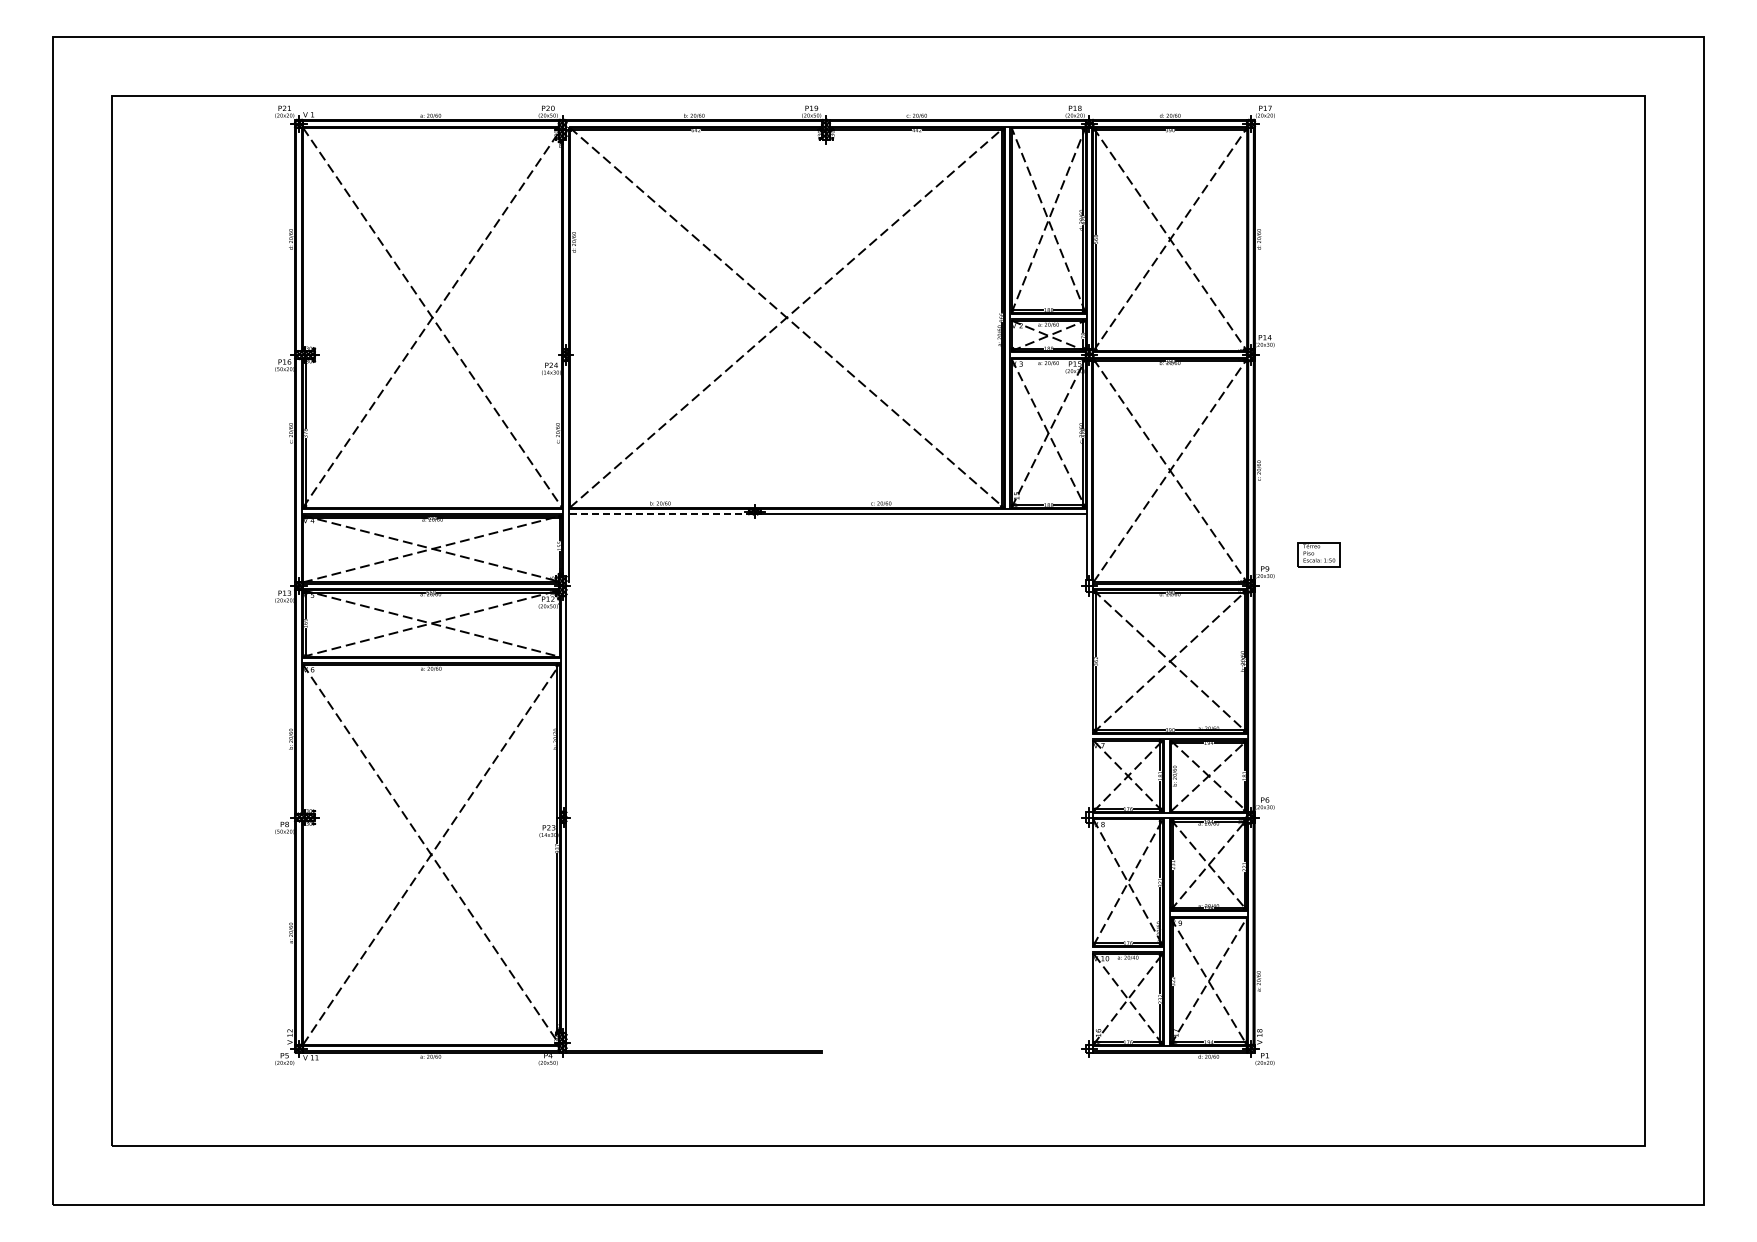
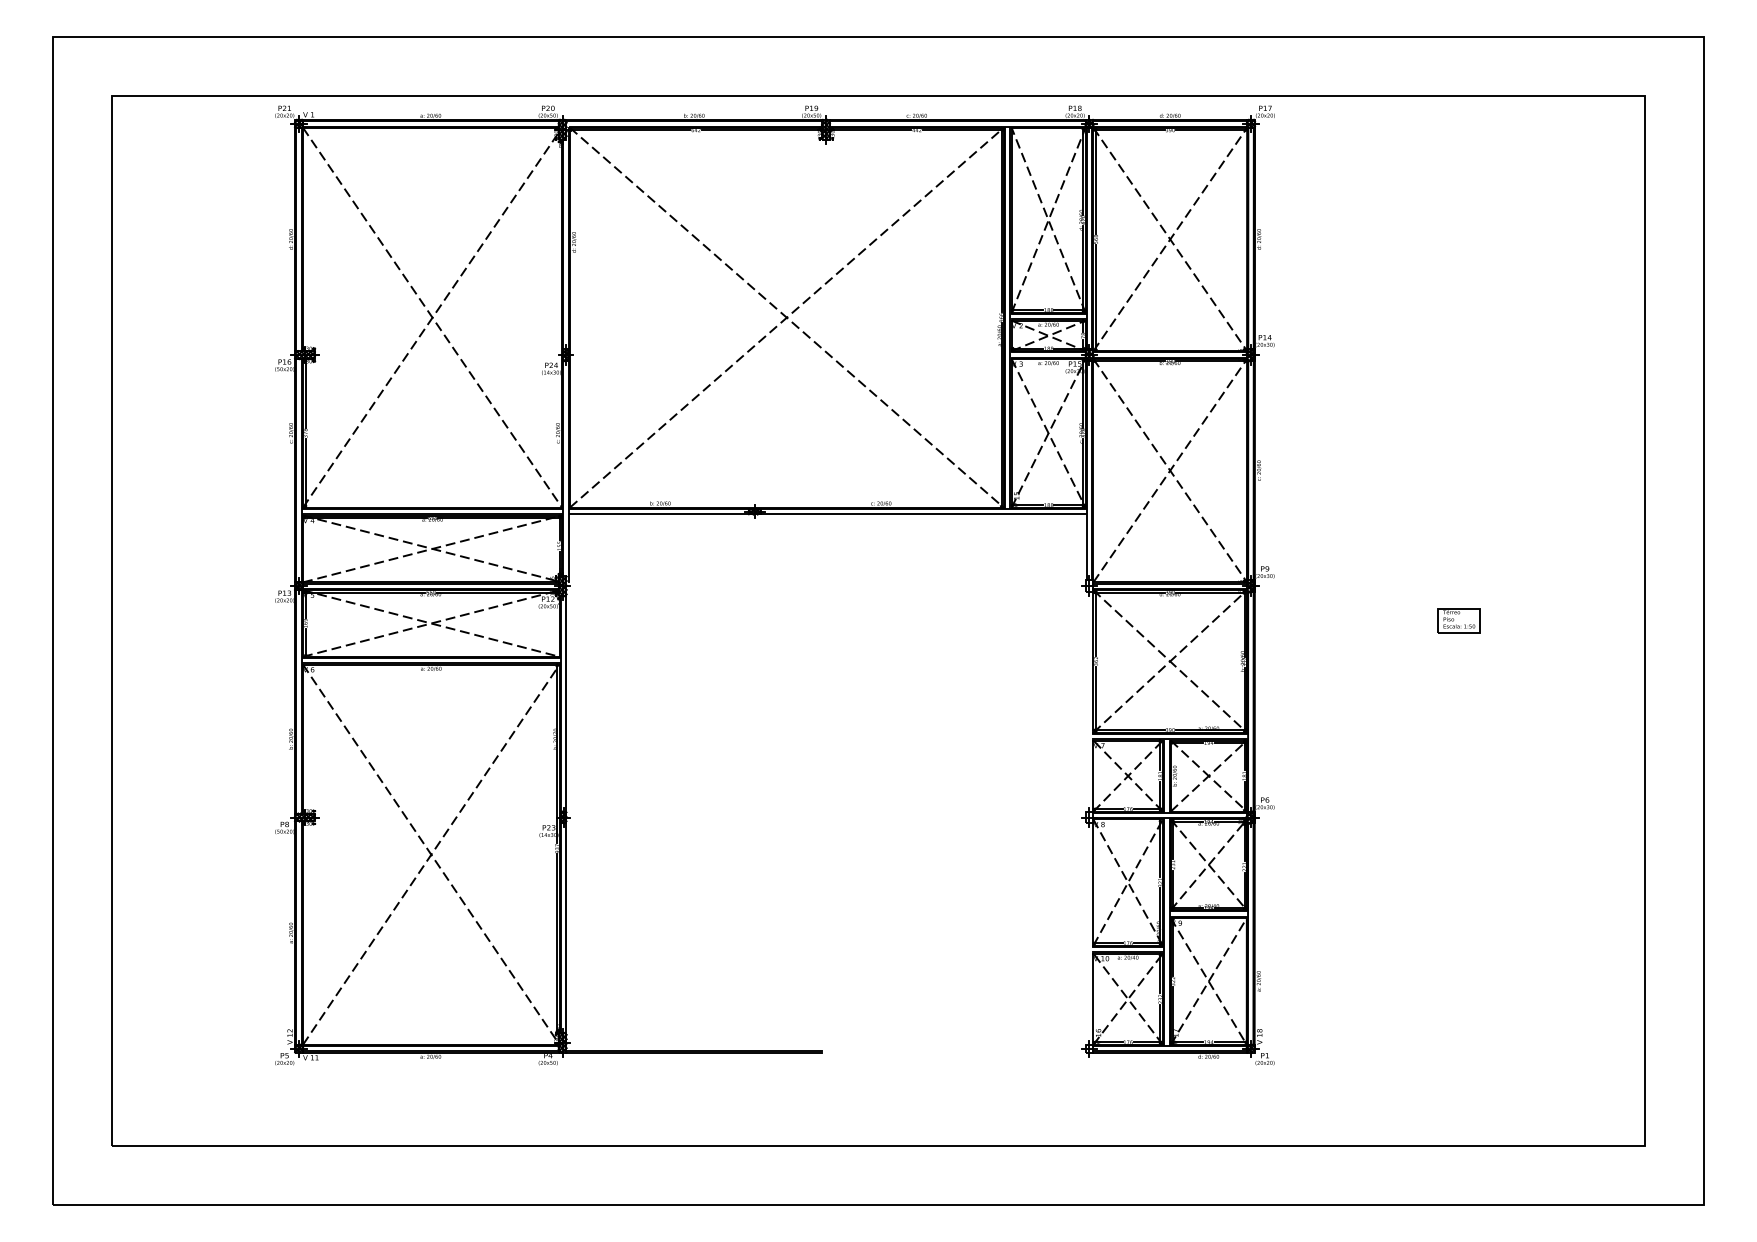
line at (662, 514): dashed -> solid
part at (1318, 554) position: (1318, 554) -> (1458, 620)
